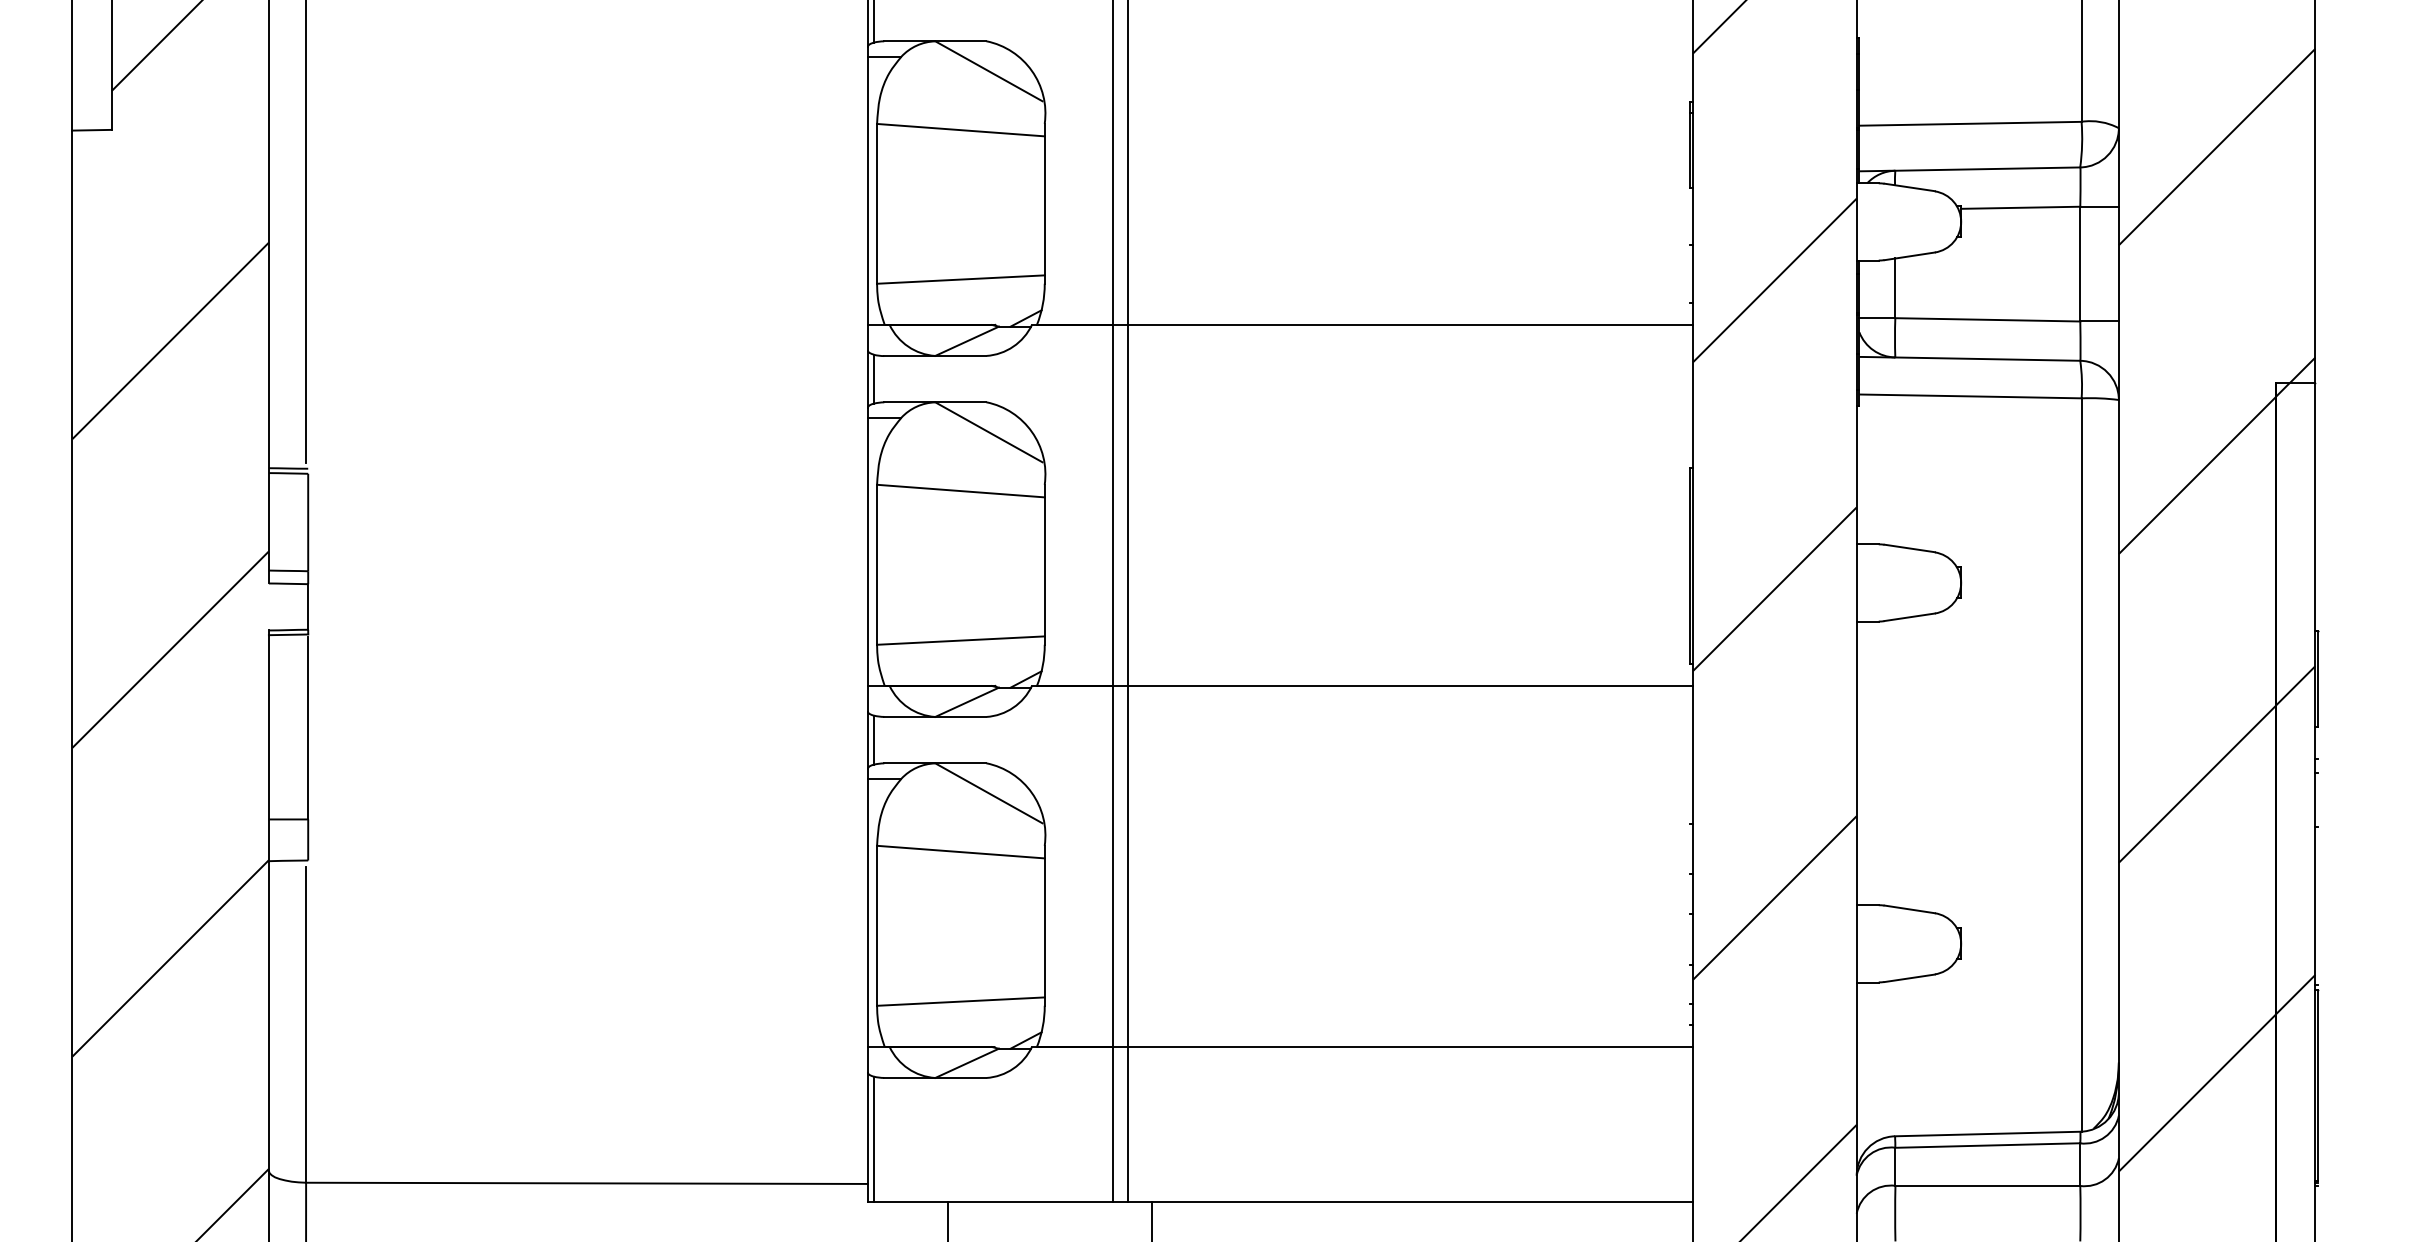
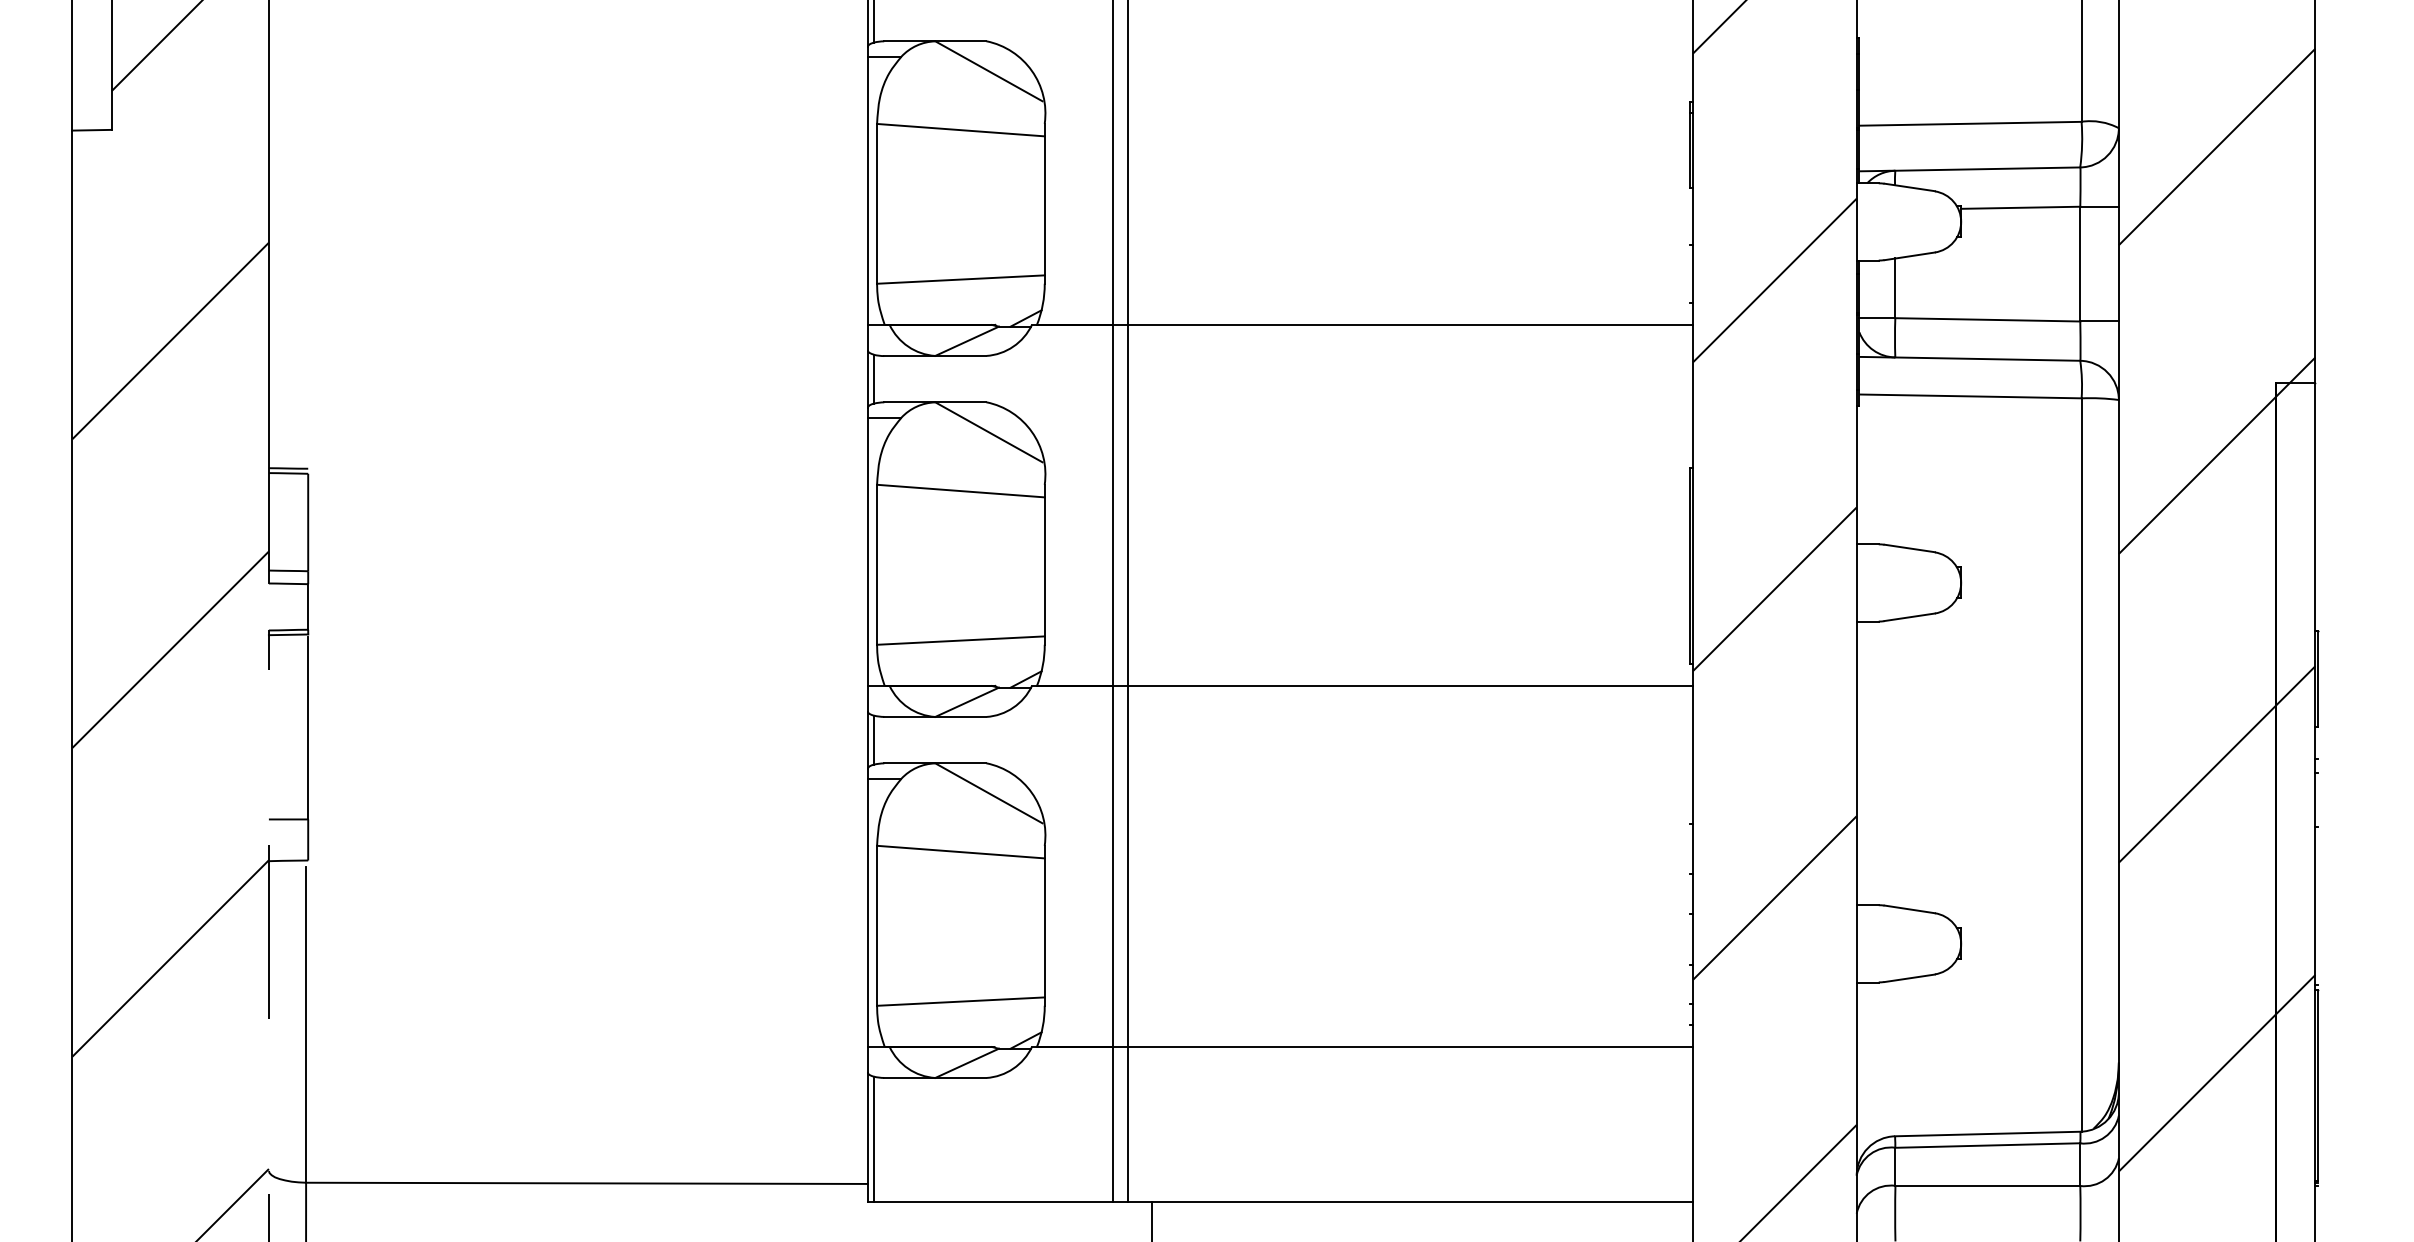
line at (306, 232): present -> none
line at (268, 935): solid -> dashed
line at (947, 1219): present -> none
